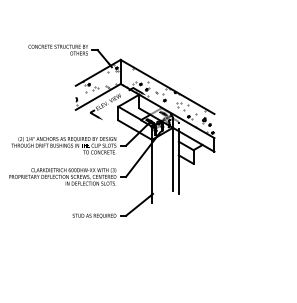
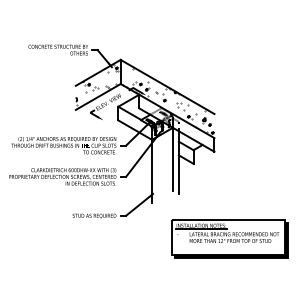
part at (229, 238): none -> present
